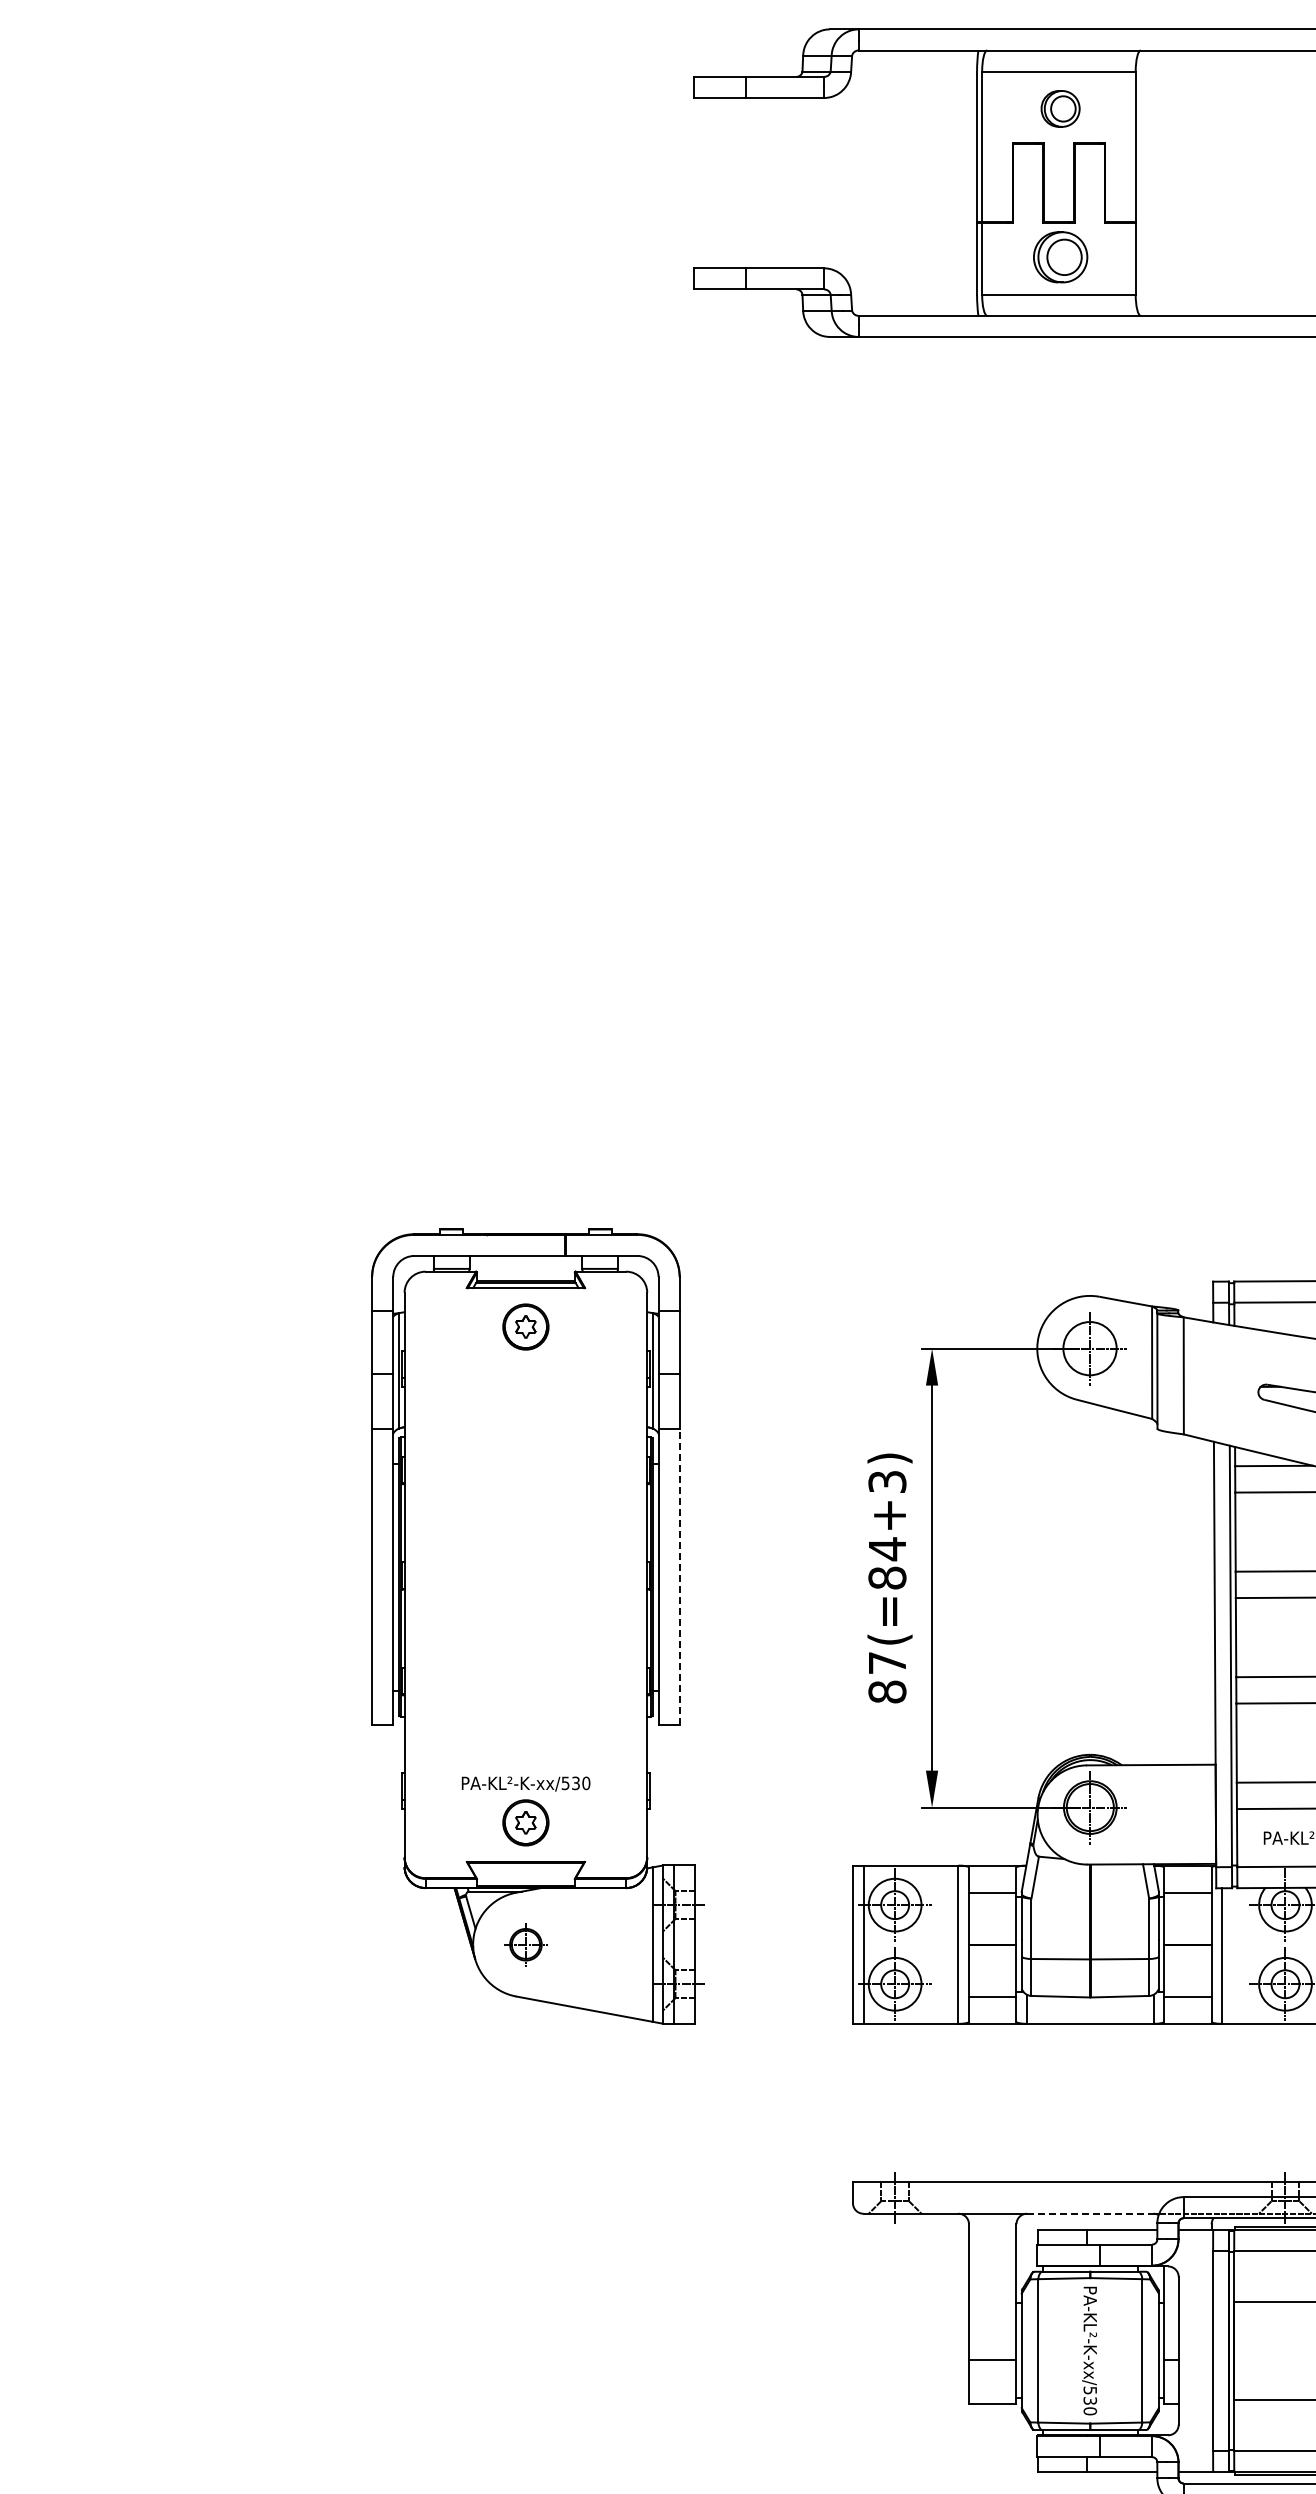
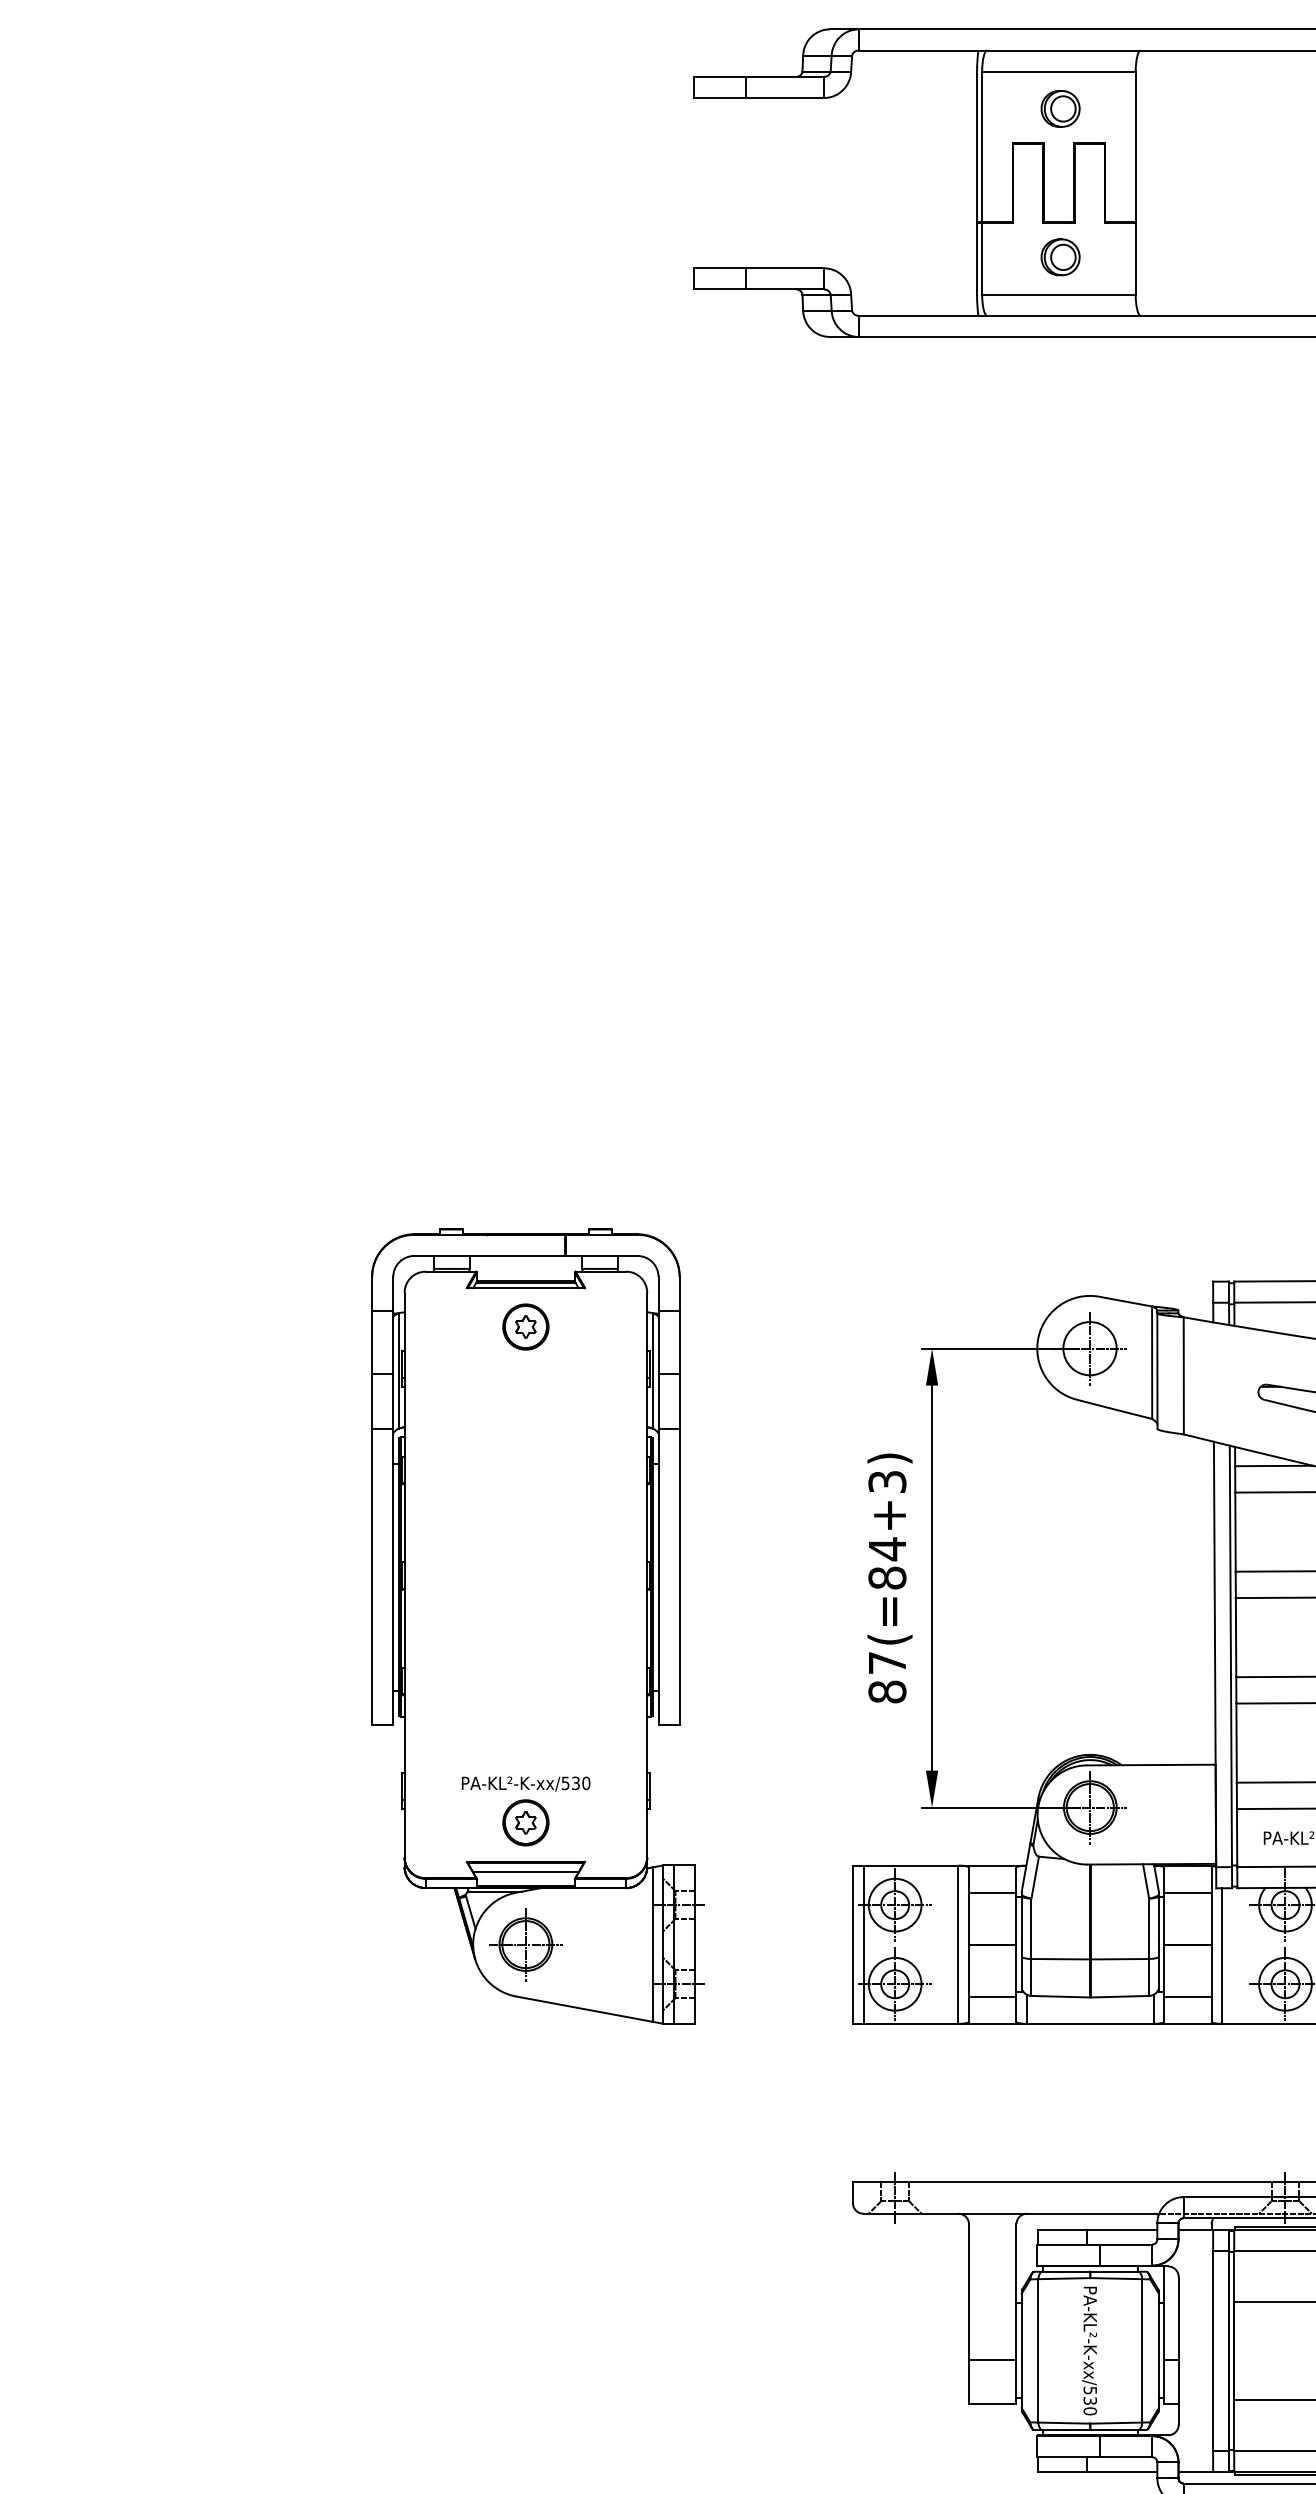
part at (1060, 257) size: 56x53 px -> 41x39 px
line at (679, 1577): dashed -> solid
line at (525, 1872): none -> present
part at (525, 1944) size: 44x44 px -> 74x74 px
line at (1090, 2213): dashed -> solid
